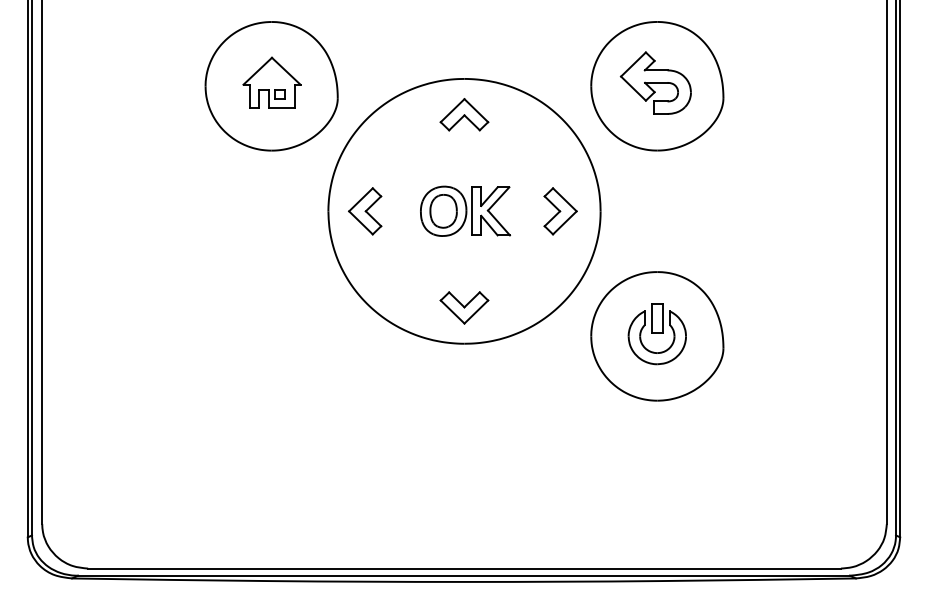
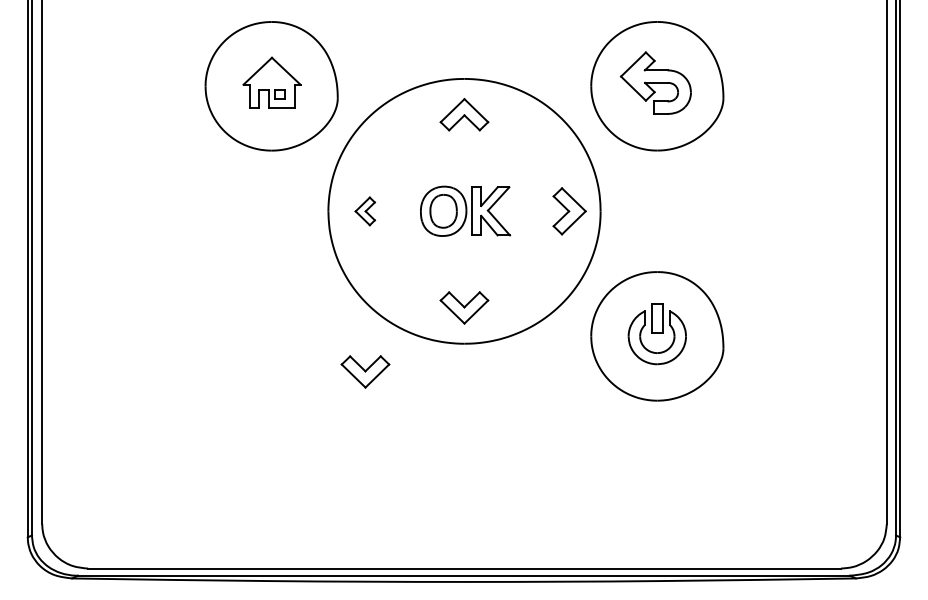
part at (365, 211) size: 35x49 px -> 23x31 px
part at (560, 211) position: (560, 211) -> (569, 211)
part at (365, 371): none -> present
